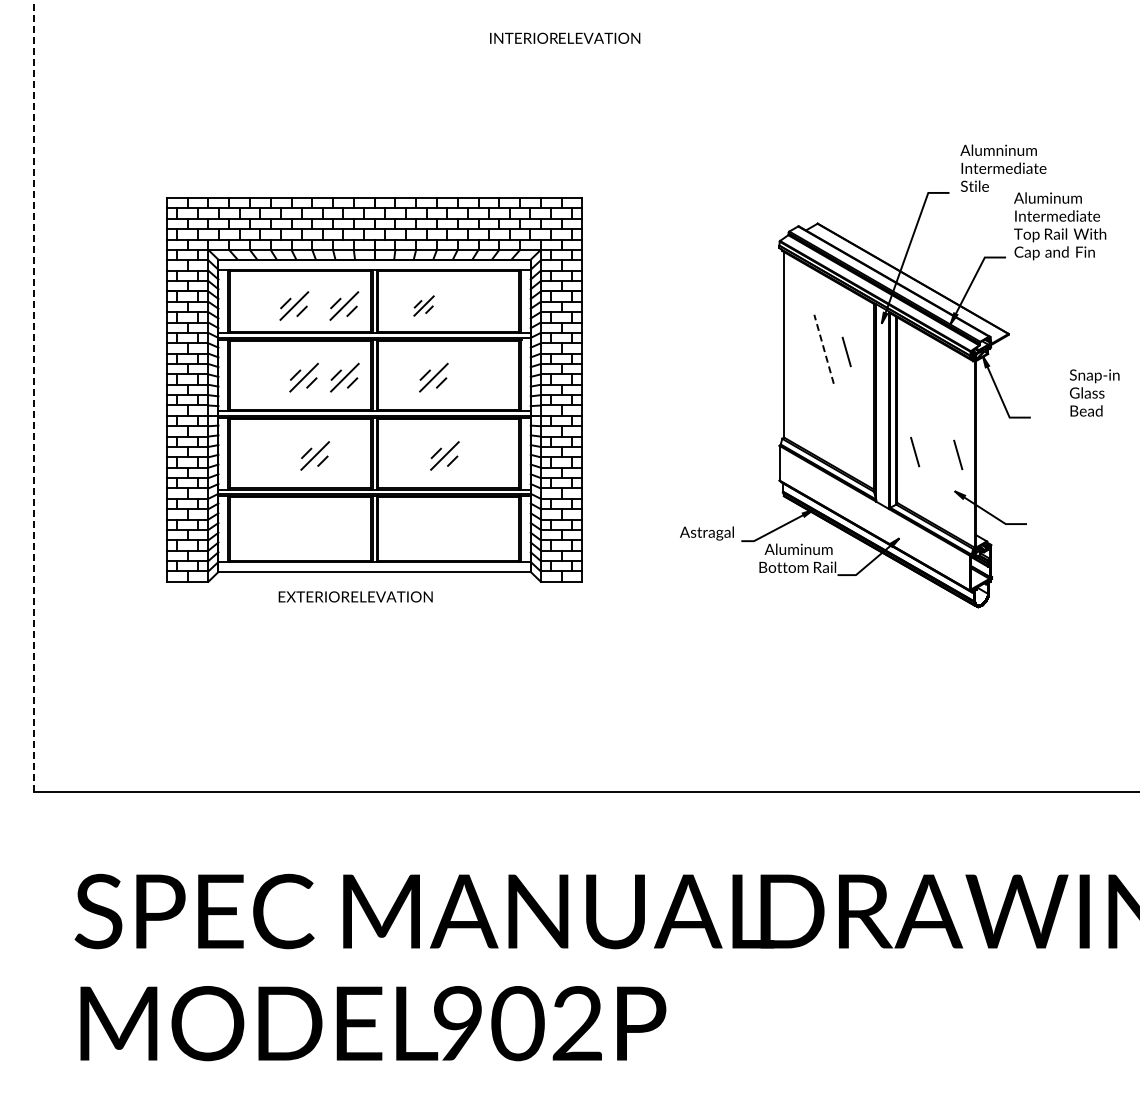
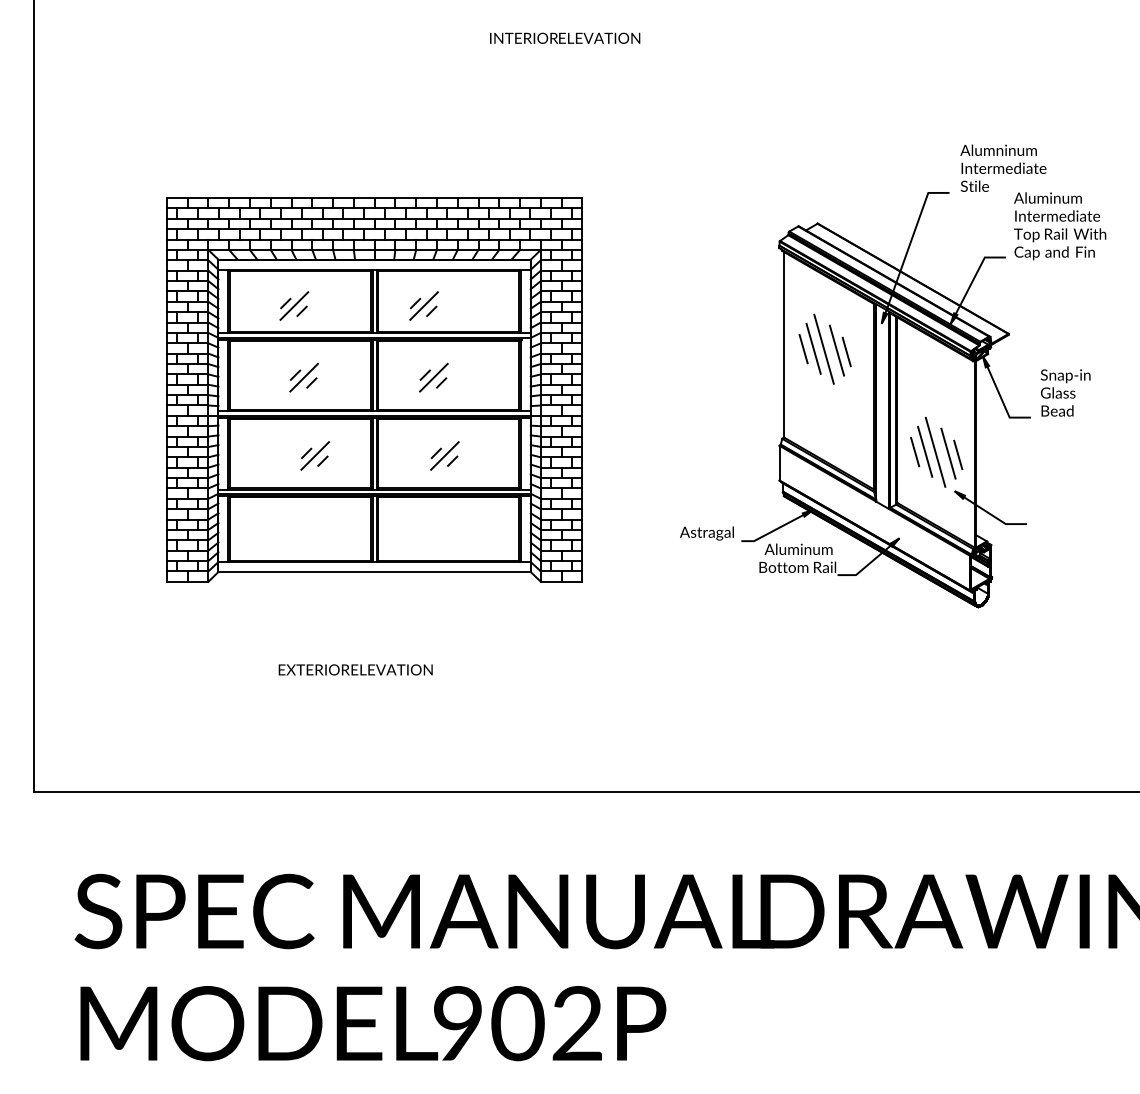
part at (344, 305): present -> none
part at (423, 305) size: 22x22 px -> 30x30 px
line at (803, 348): none -> present
line at (813, 348): none -> present
line at (824, 349): dashed -> solid
line at (836, 350): none -> present
part at (344, 377): present -> none
text at (1094, 392) position: (1094, 392) -> (1065, 392)
line at (34, 395): dashed -> solid
line at (925, 451): none -> present
line at (935, 451): none -> present
line at (948, 453): none -> present
text at (355, 596) position: (355, 596) -> (355, 669)
